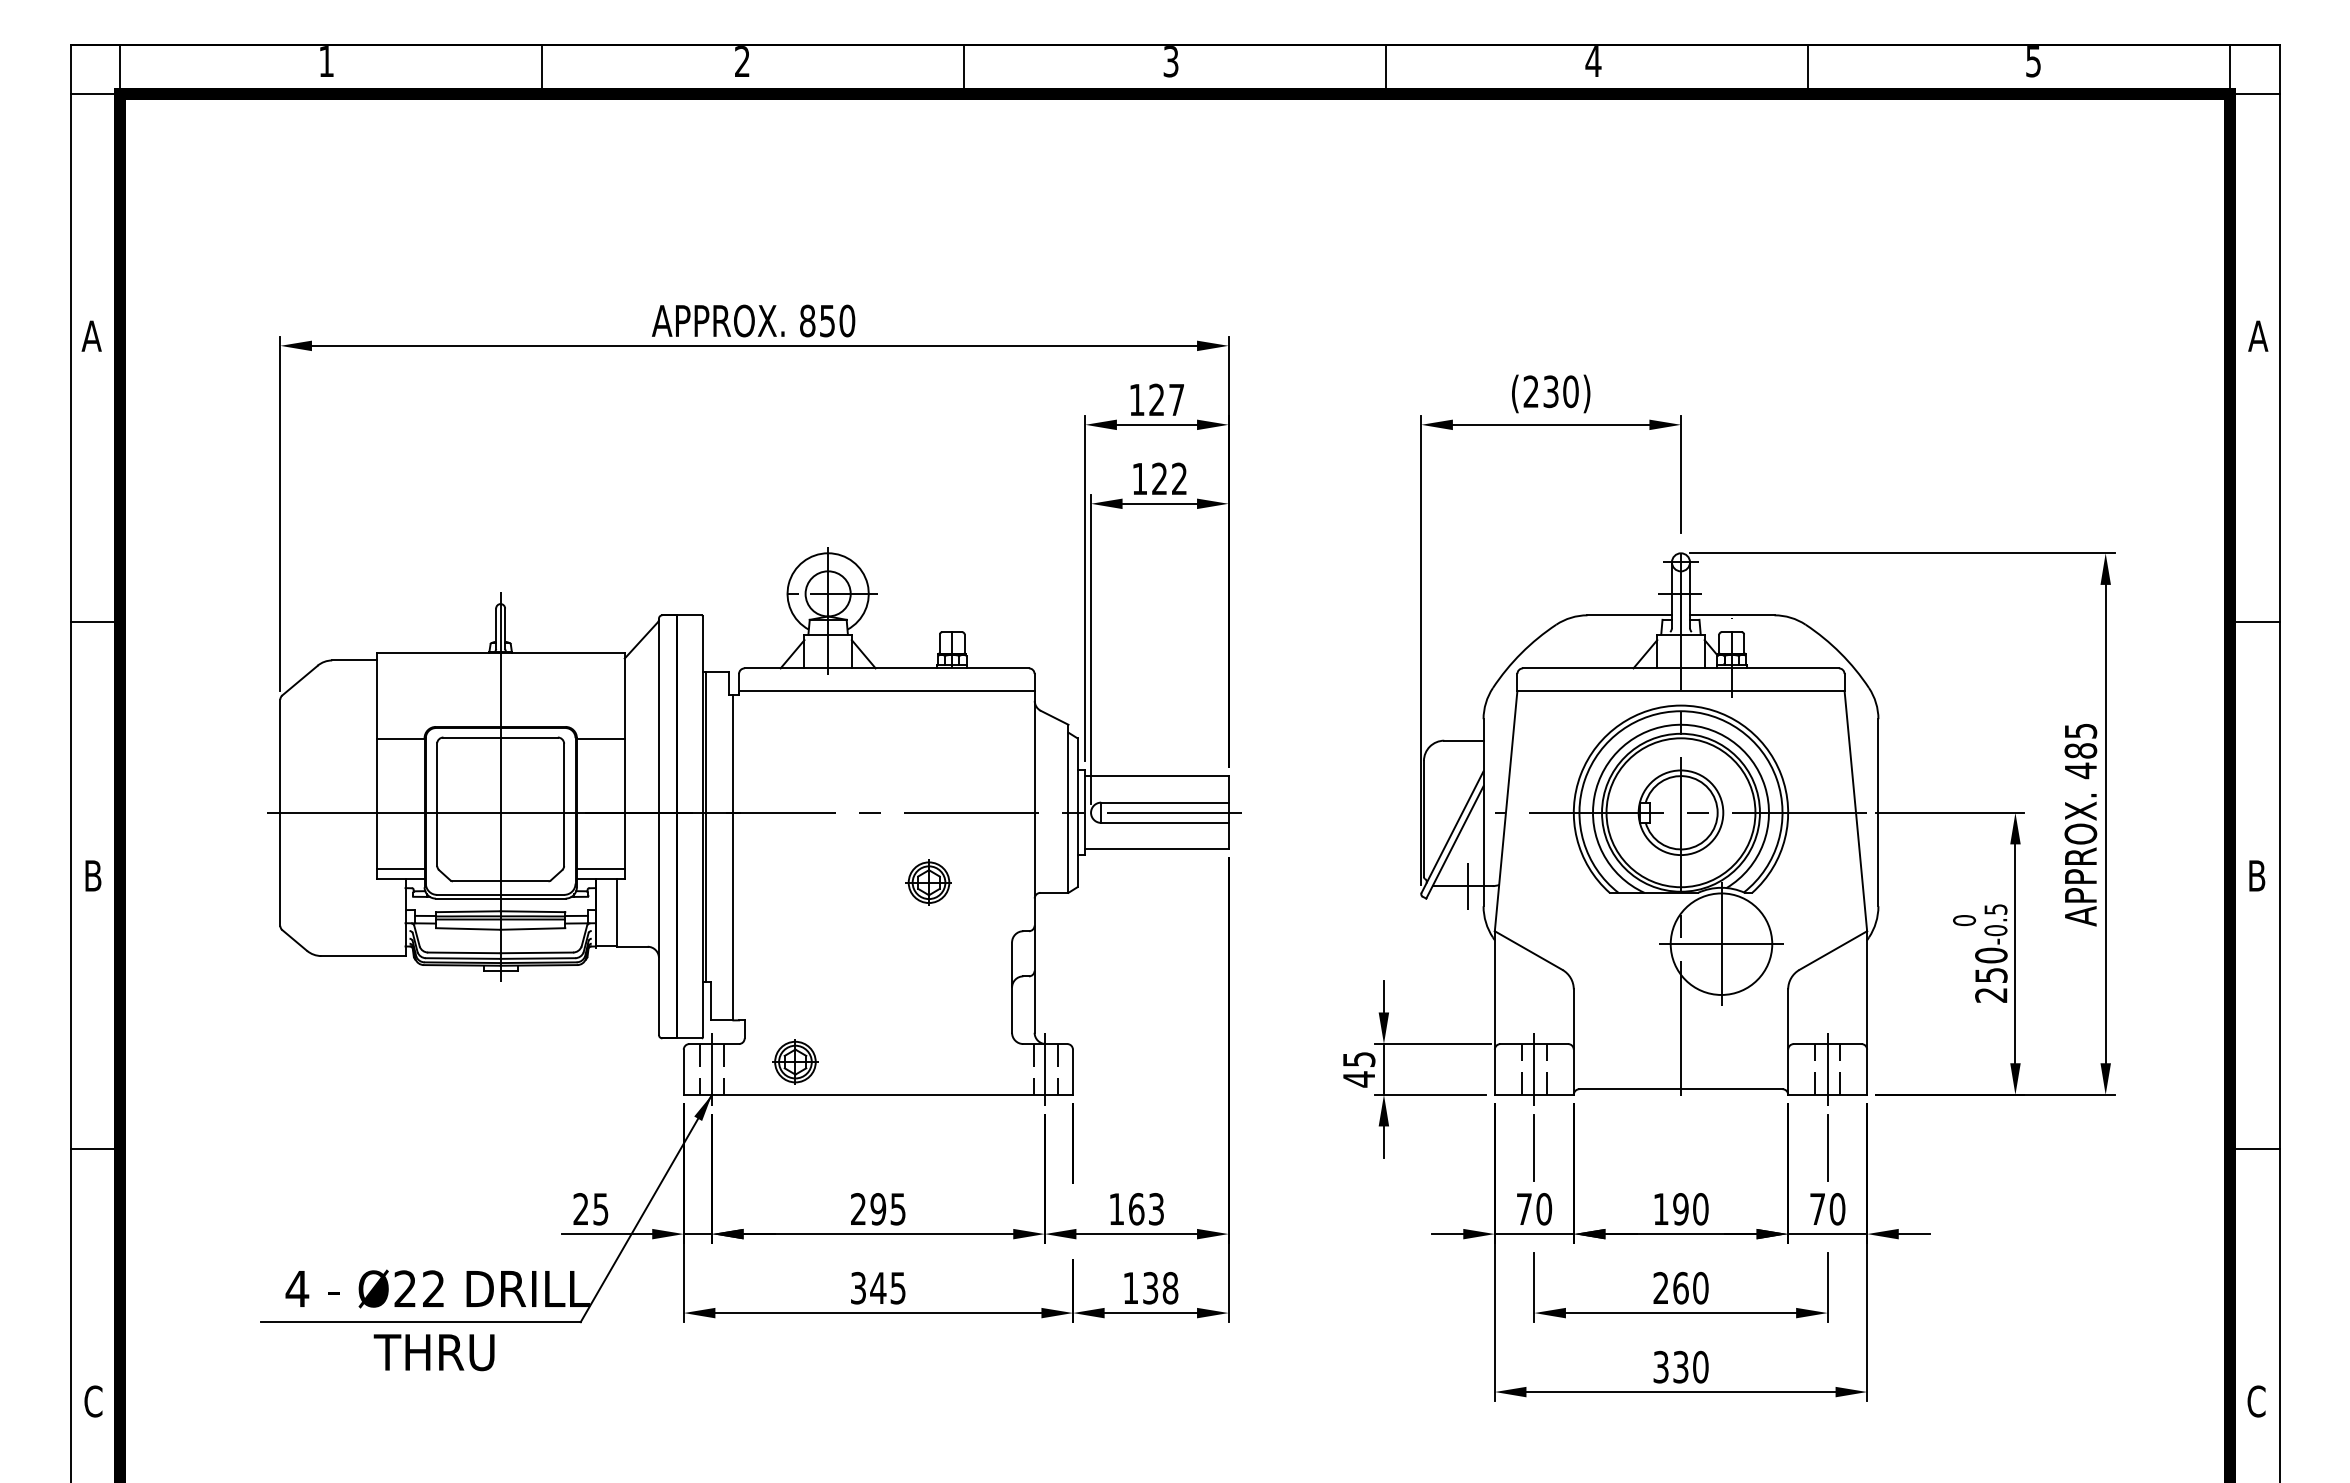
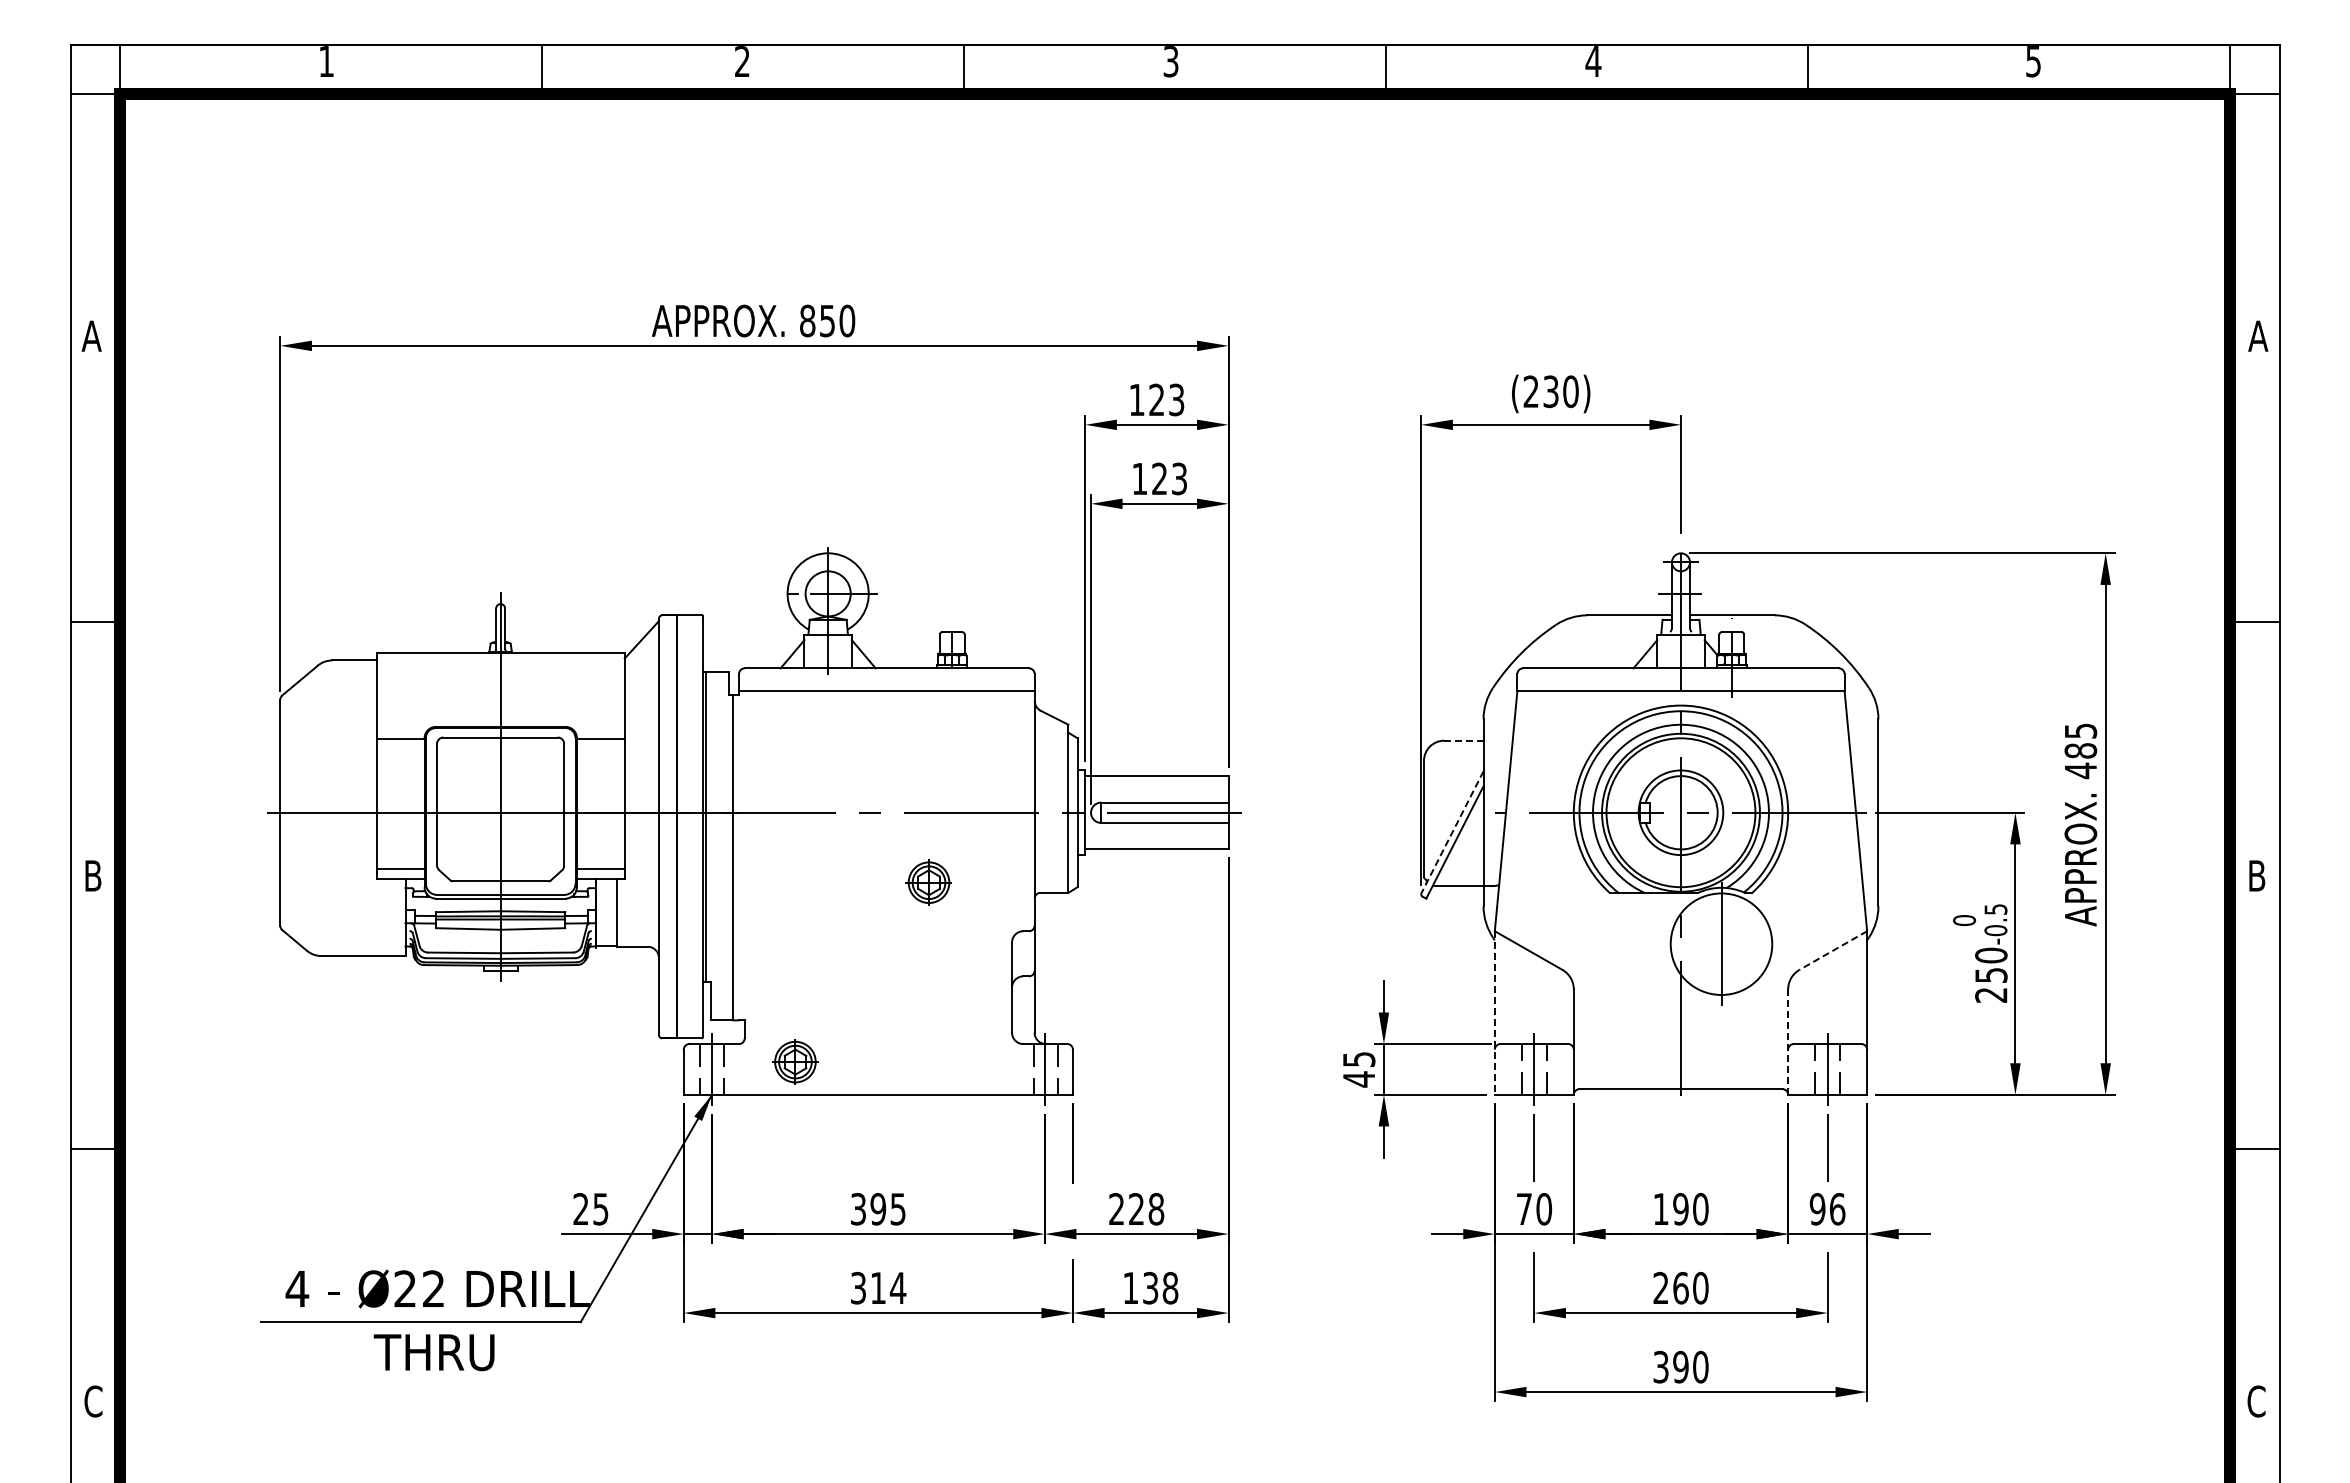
text at (1176, 399): 127 -> 123
text at (1179, 478): 122 -> 123
line at (1463, 740): solid -> dashed
line at (1452, 832): solid -> dashed
line at (1467, 885): present -> none
line at (1721, 944): present -> none
line at (1833, 950): solid -> dashed
line at (1494, 1013): solid -> dashed
line at (1788, 1042): solid -> dashed
text at (858, 1209): 295 -> 395
text at (1136, 1209): 163 -> 228
text at (1827, 1209): 70 -> 96
text at (888, 1288): 345 -> 314
text at (1680, 1367): 330 -> 390
